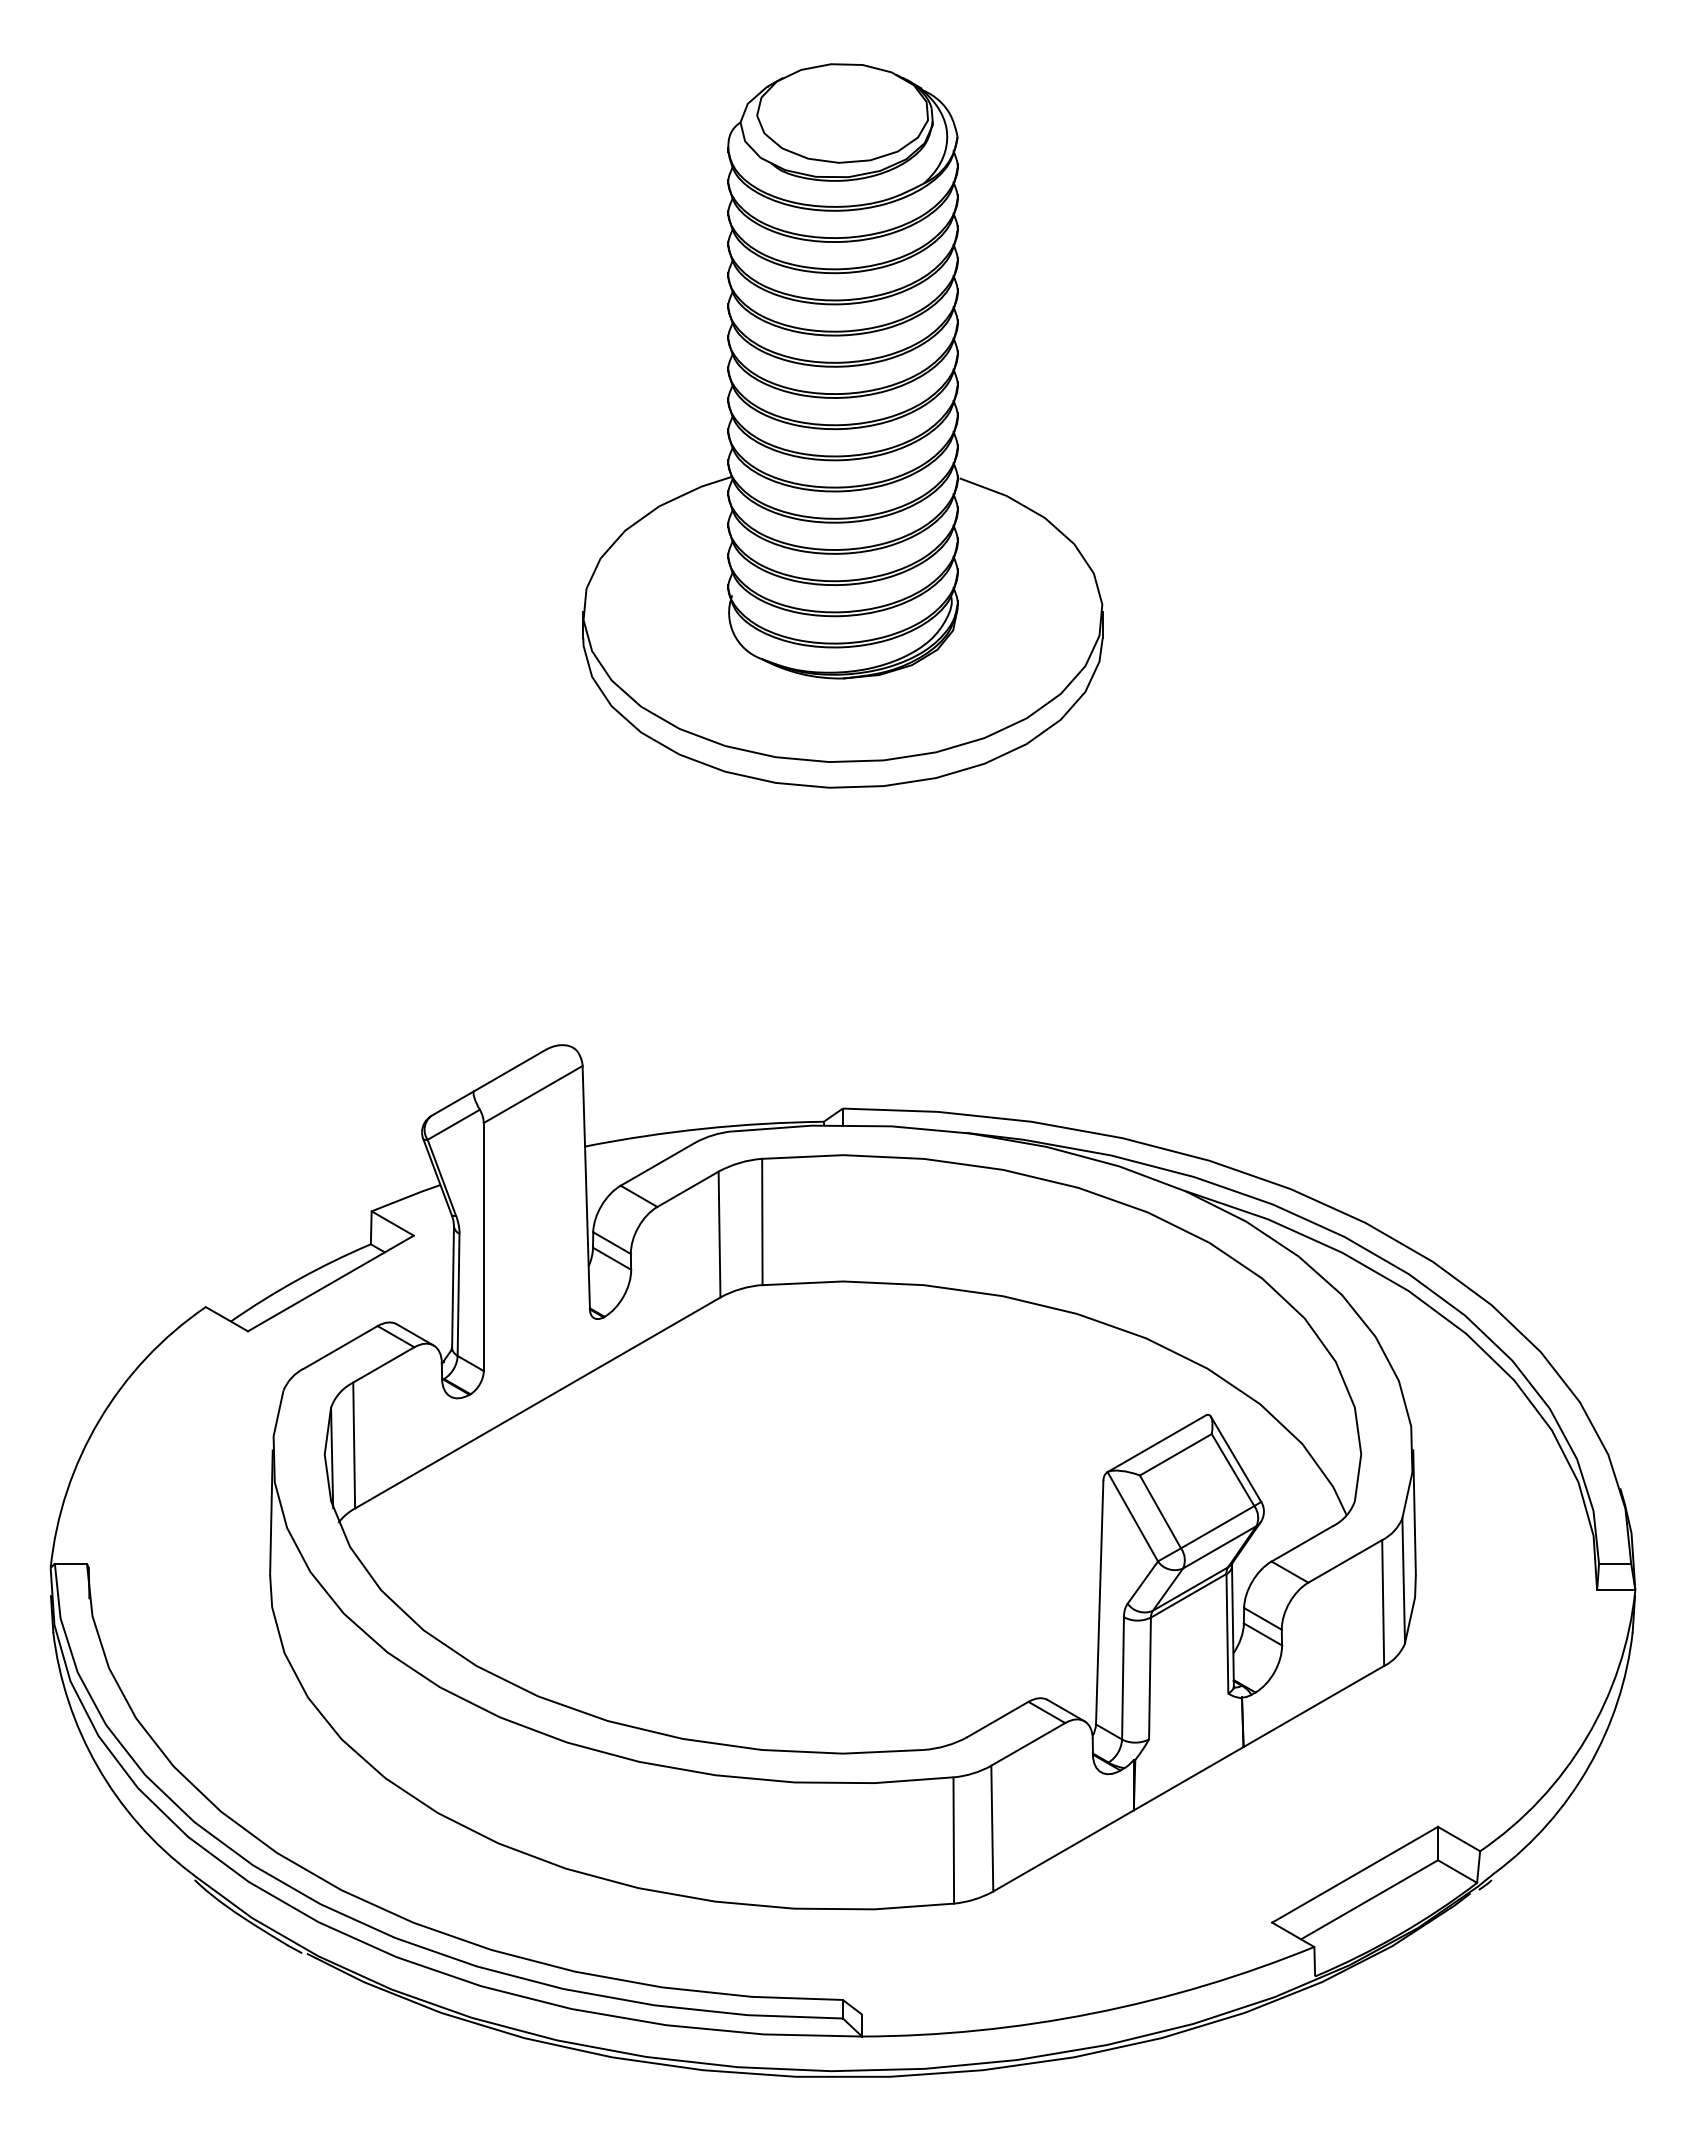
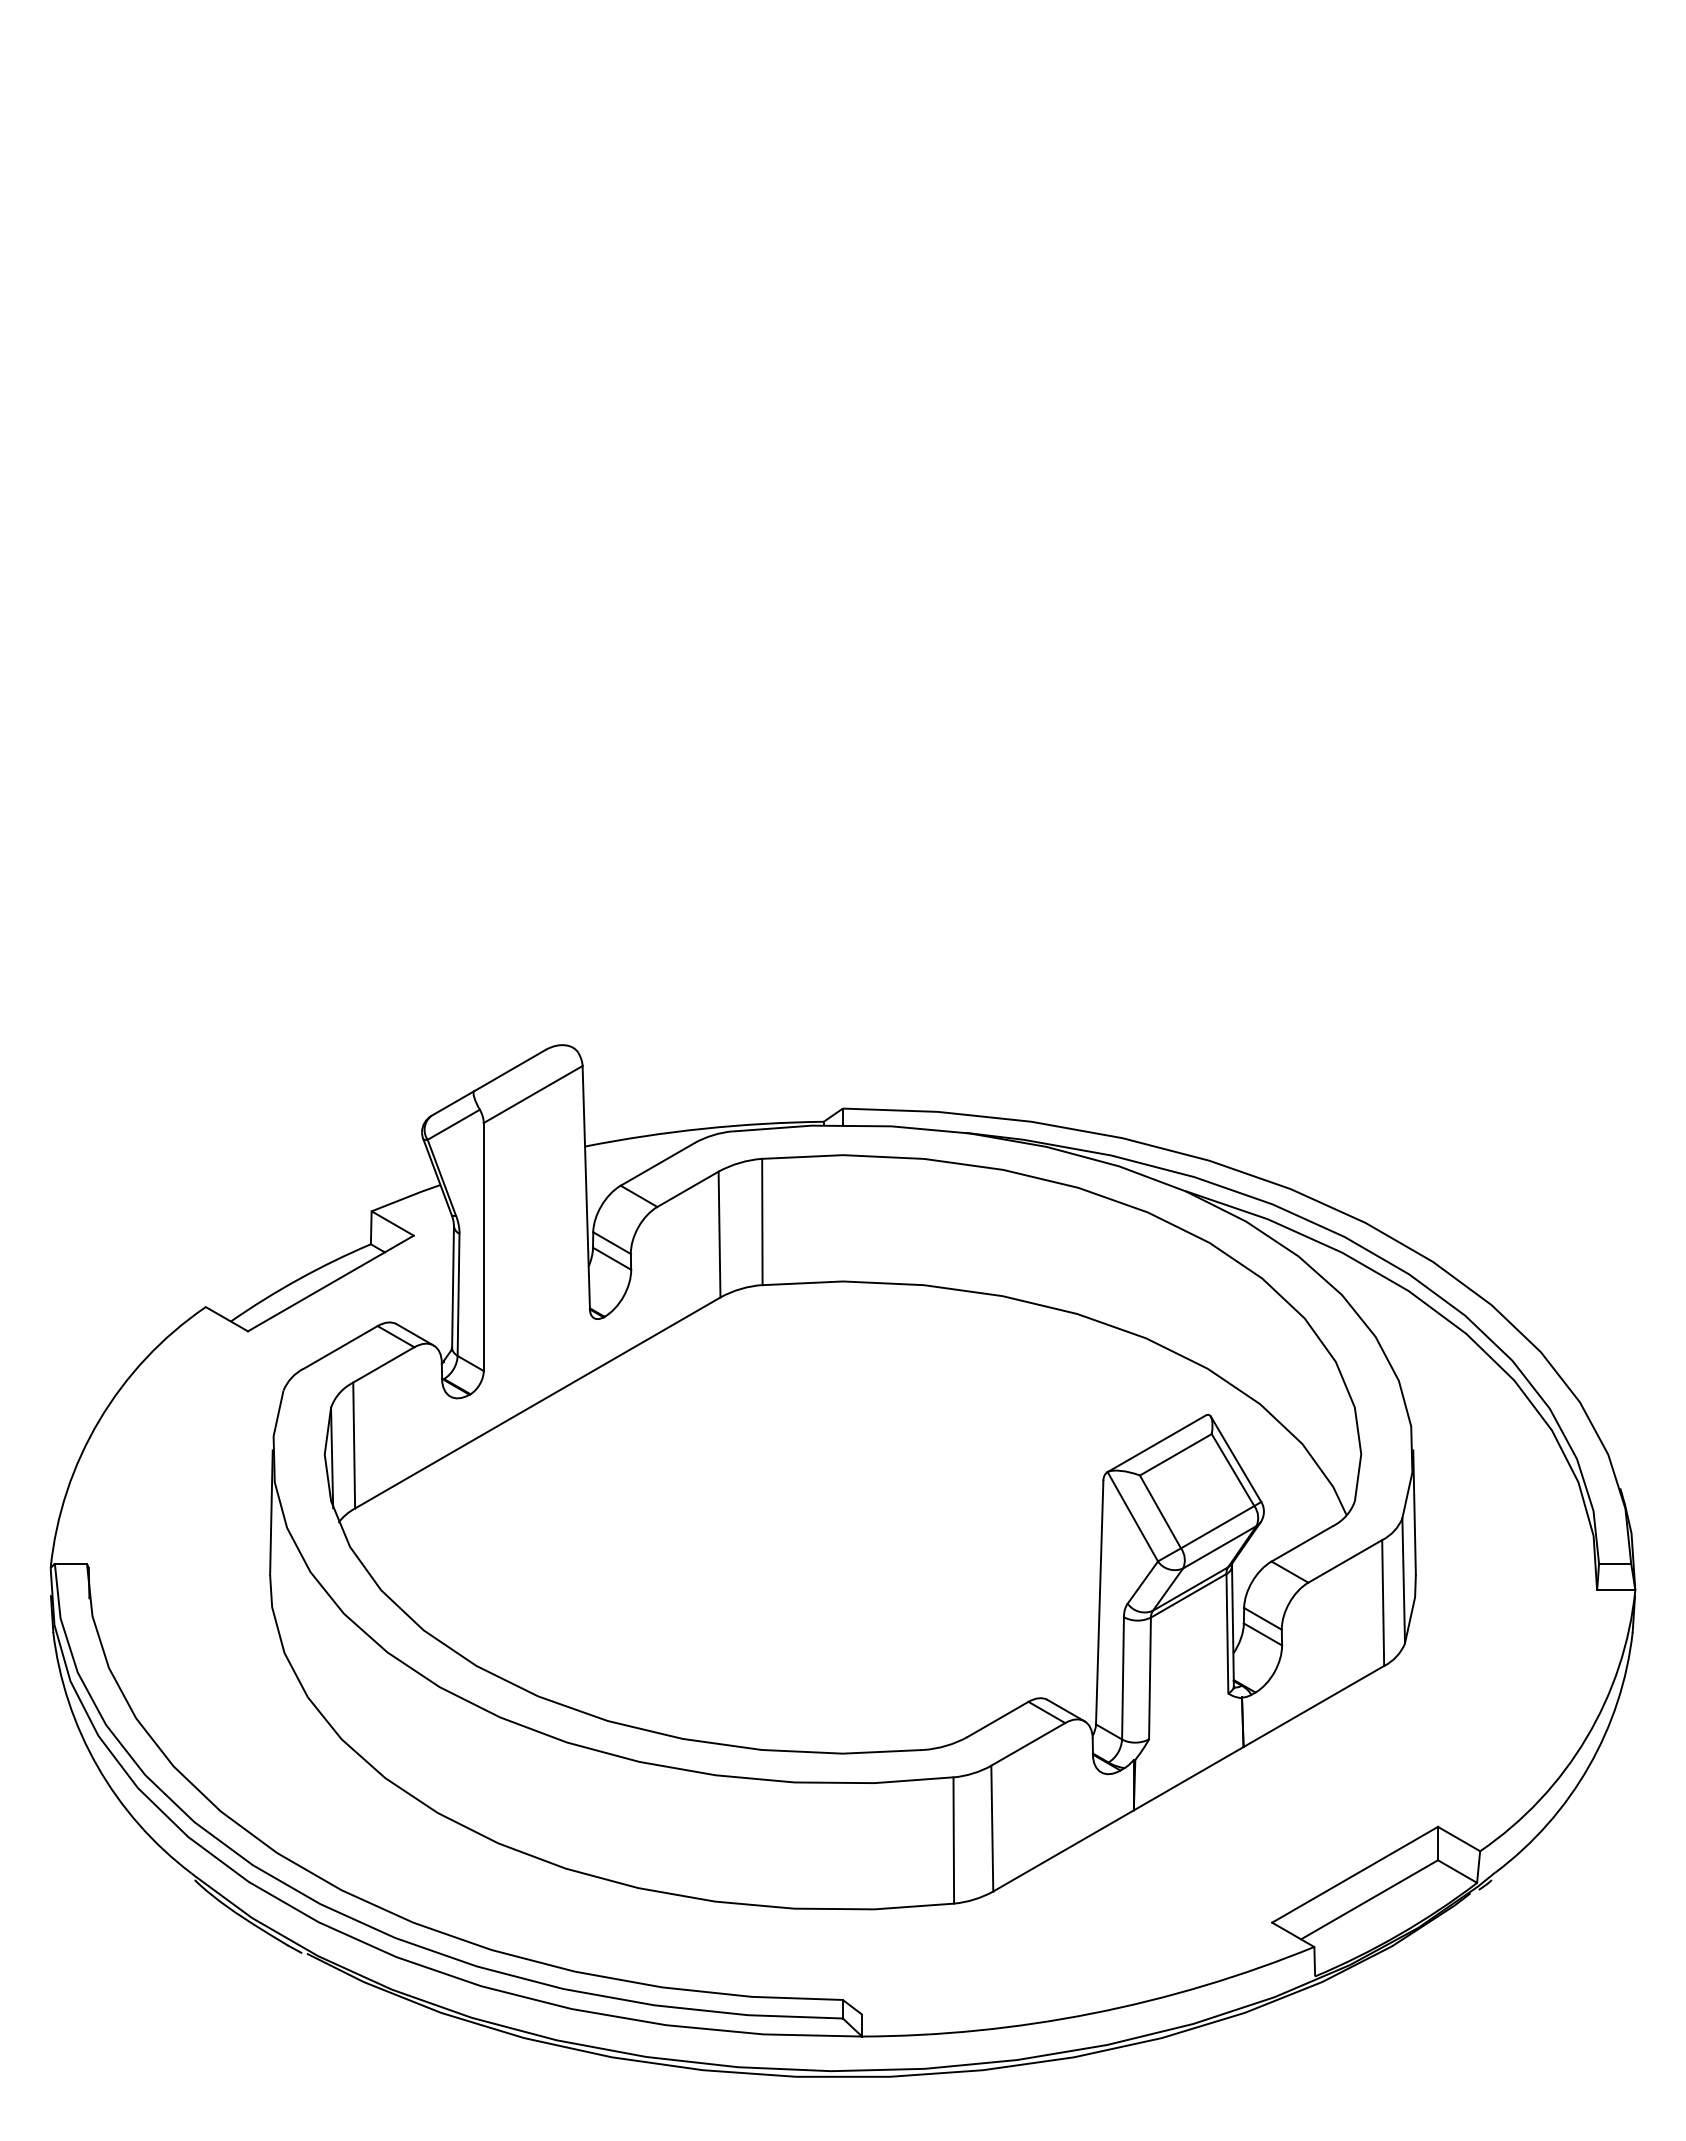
part at (842, 425): present -> none
